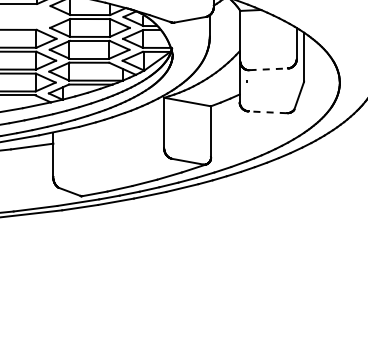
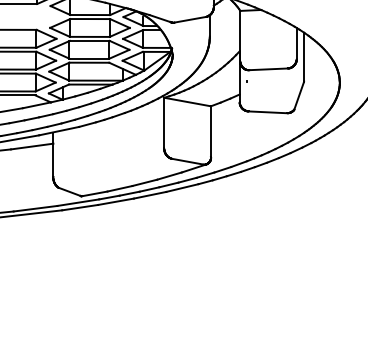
line at (269, 69): dashed -> solid
line at (267, 112): dashed -> solid
